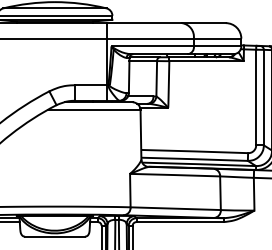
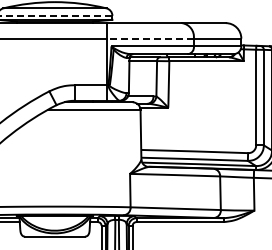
line at (56, 15): solid -> dashed
line at (149, 38): solid -> dashed
